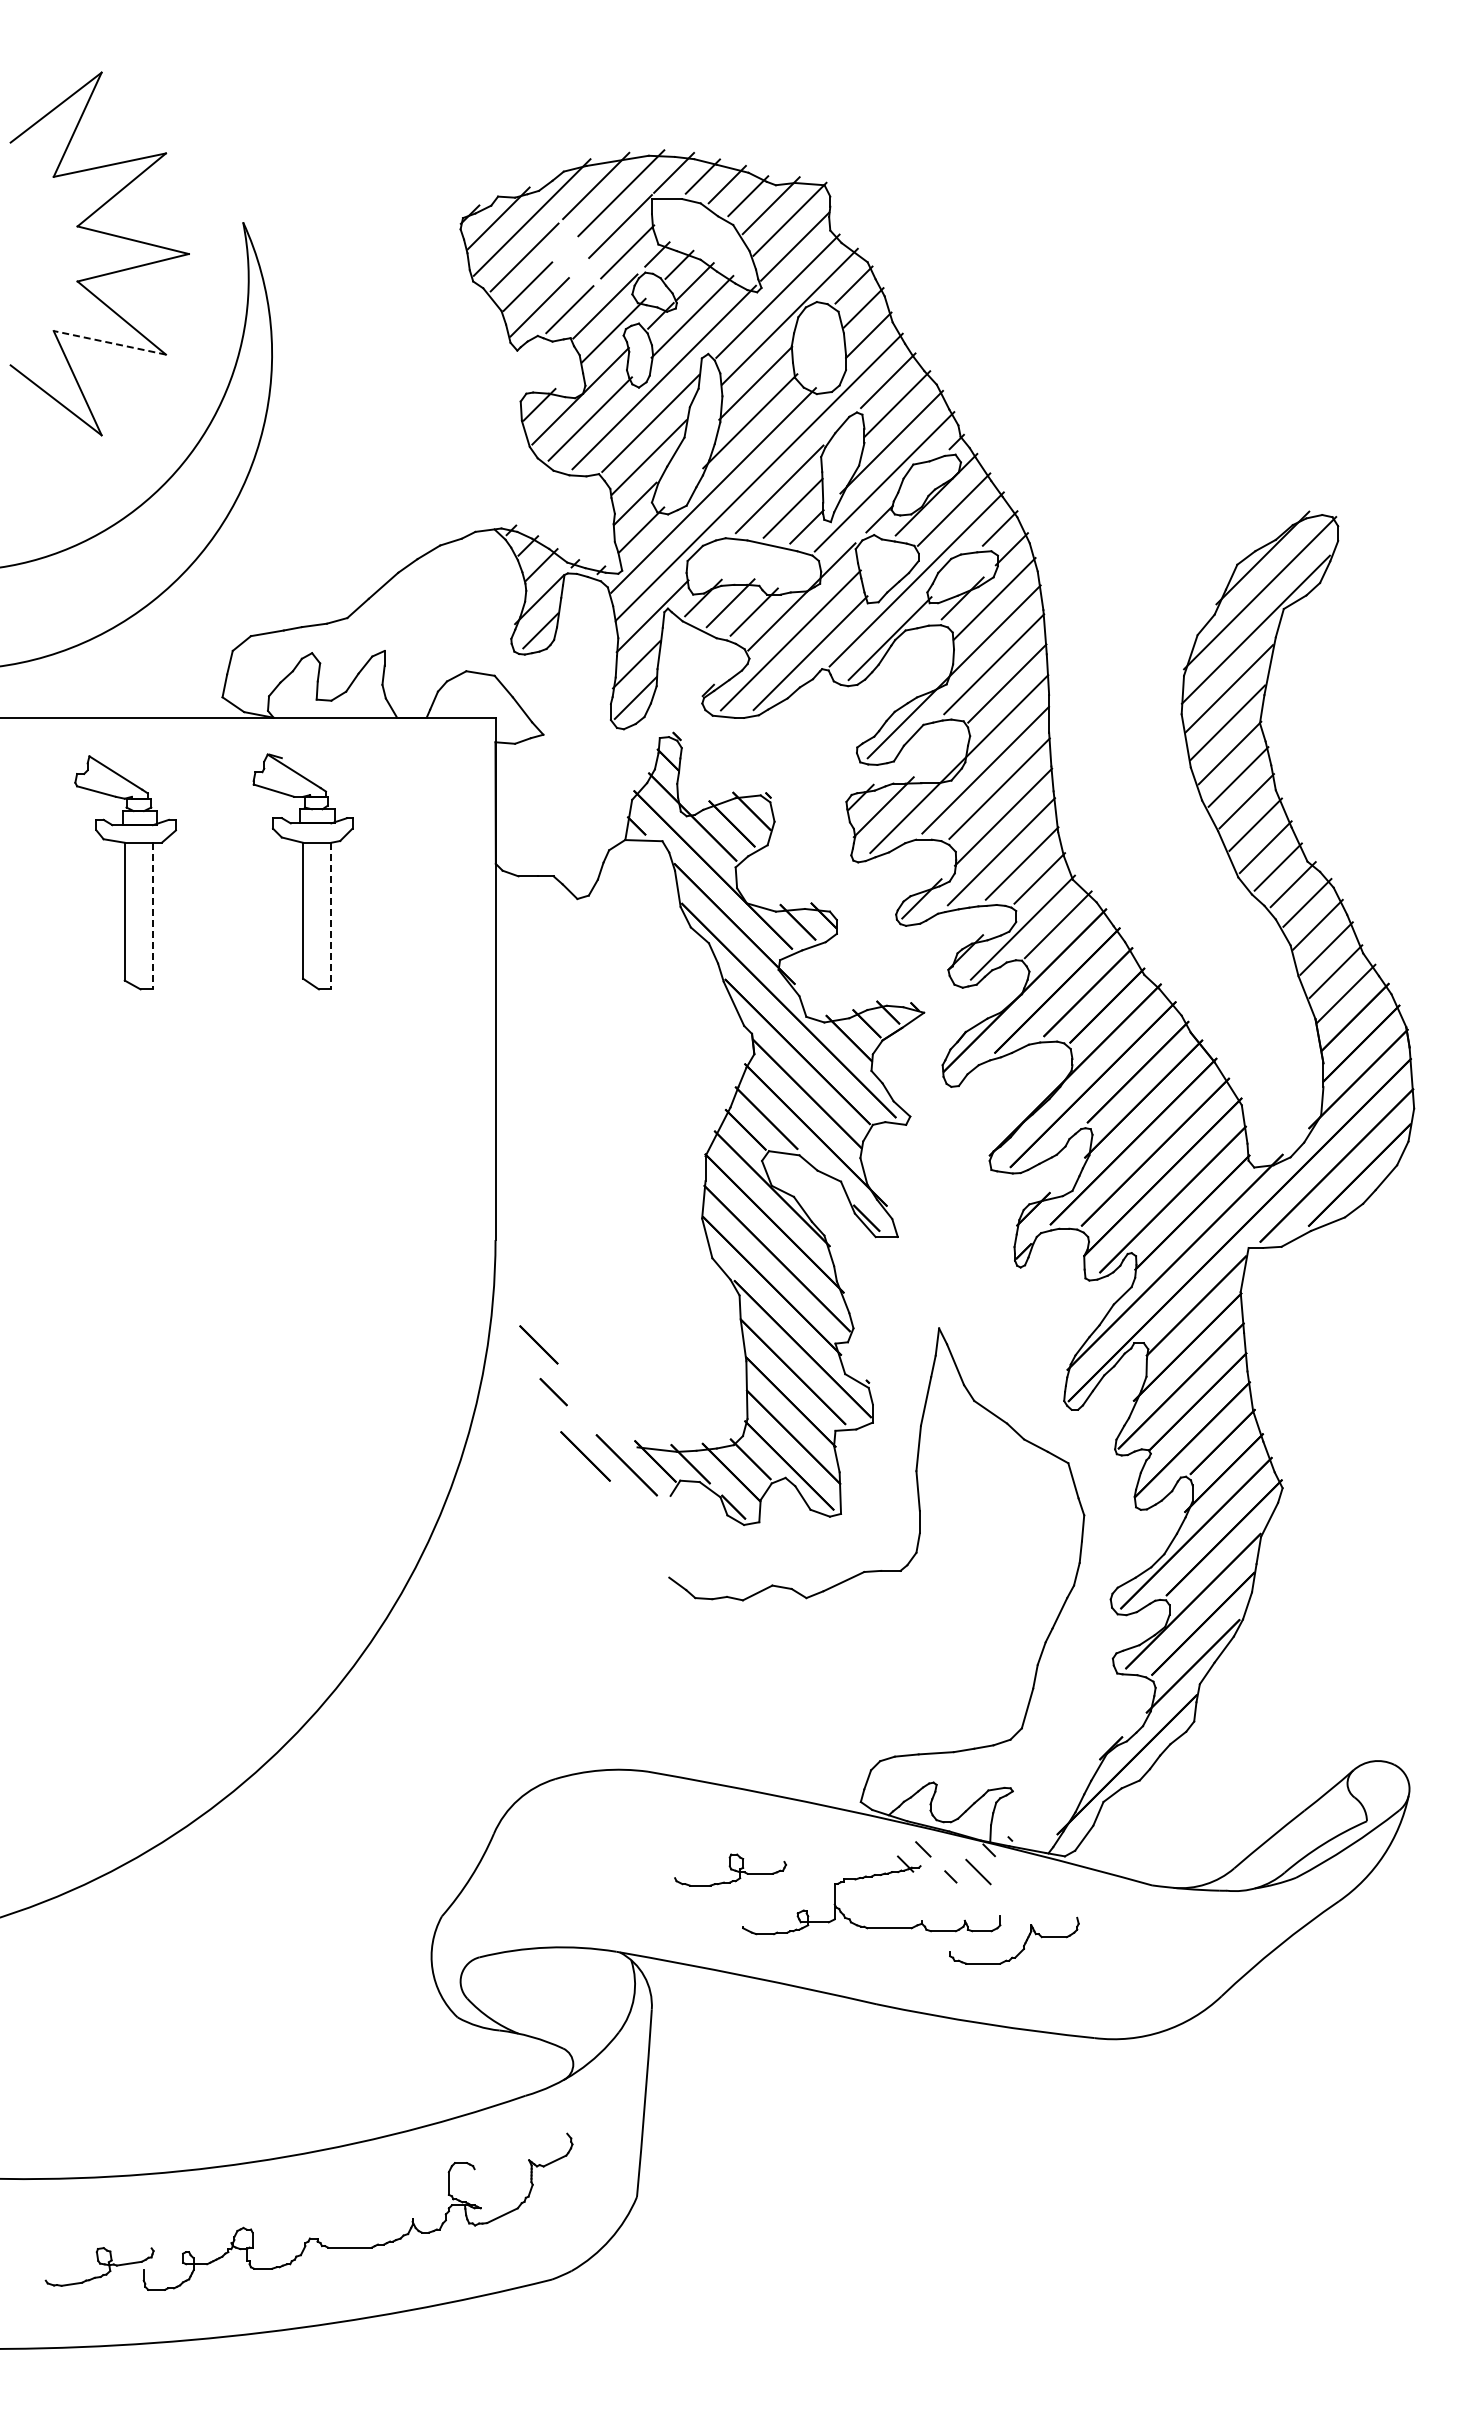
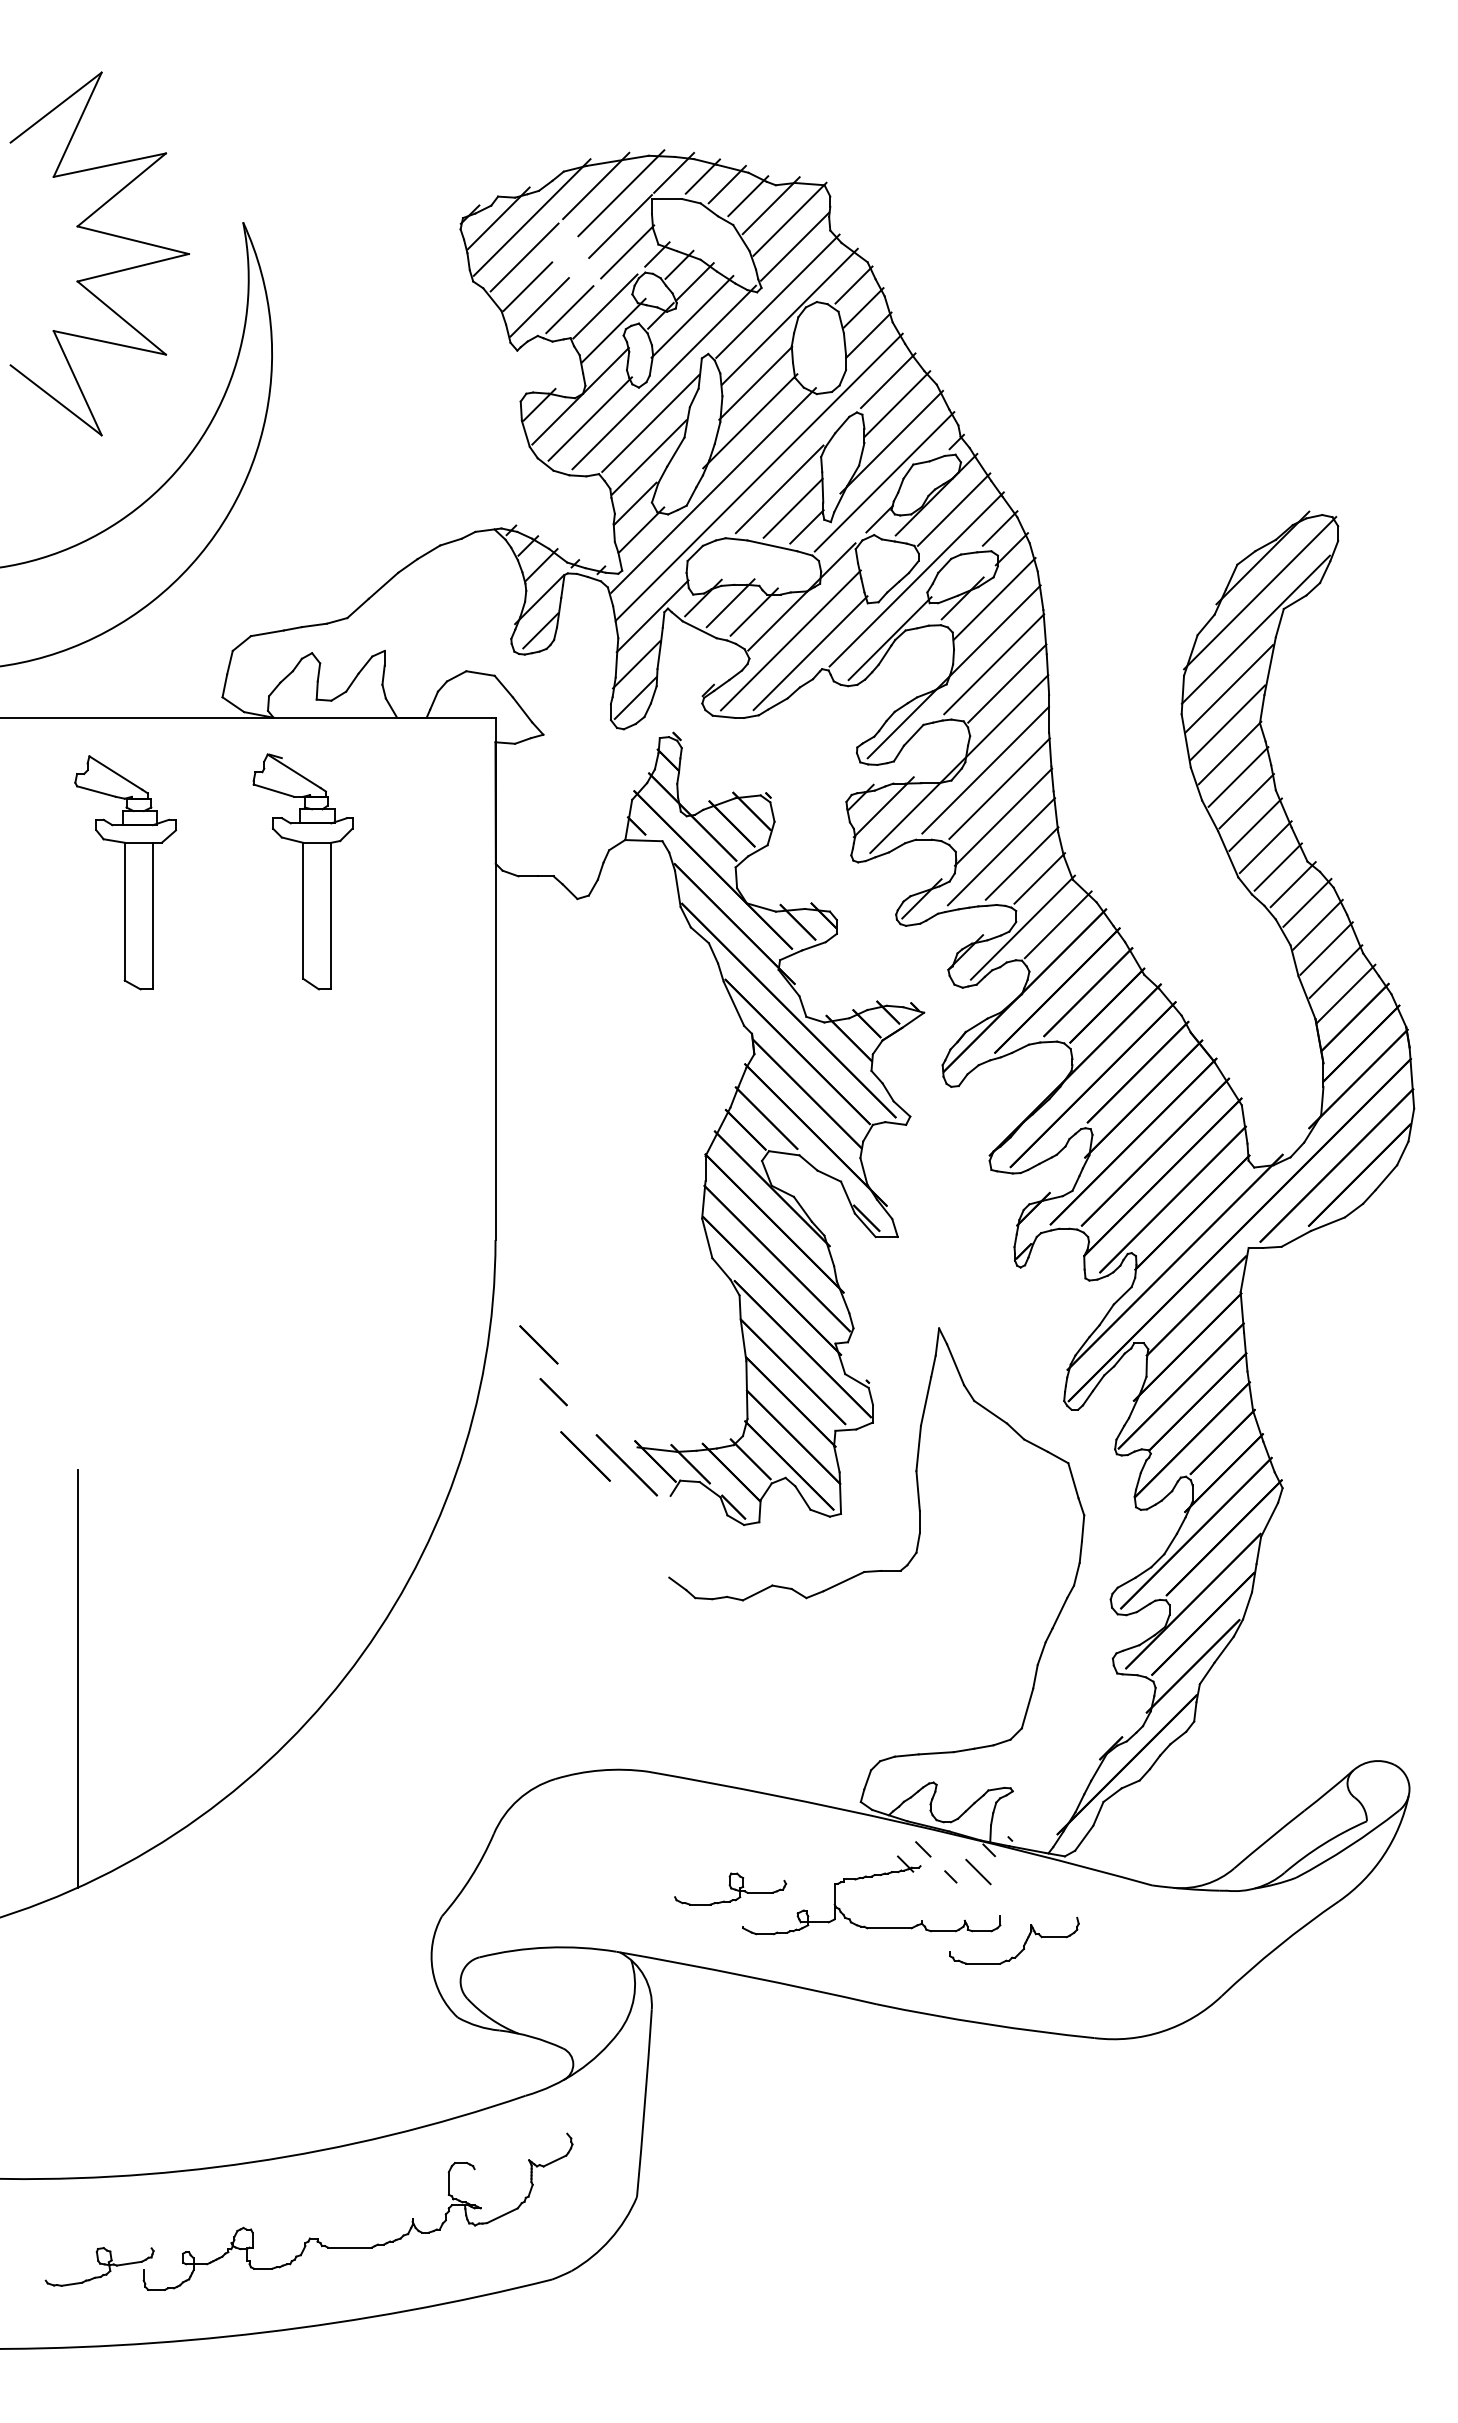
line at (109, 342): dashed -> solid
line at (153, 916): dashed -> solid
line at (331, 916): dashed -> solid
line at (77, 1678): none -> present
part at (730, 1869) position: (730, 1869) -> (730, 1888)
